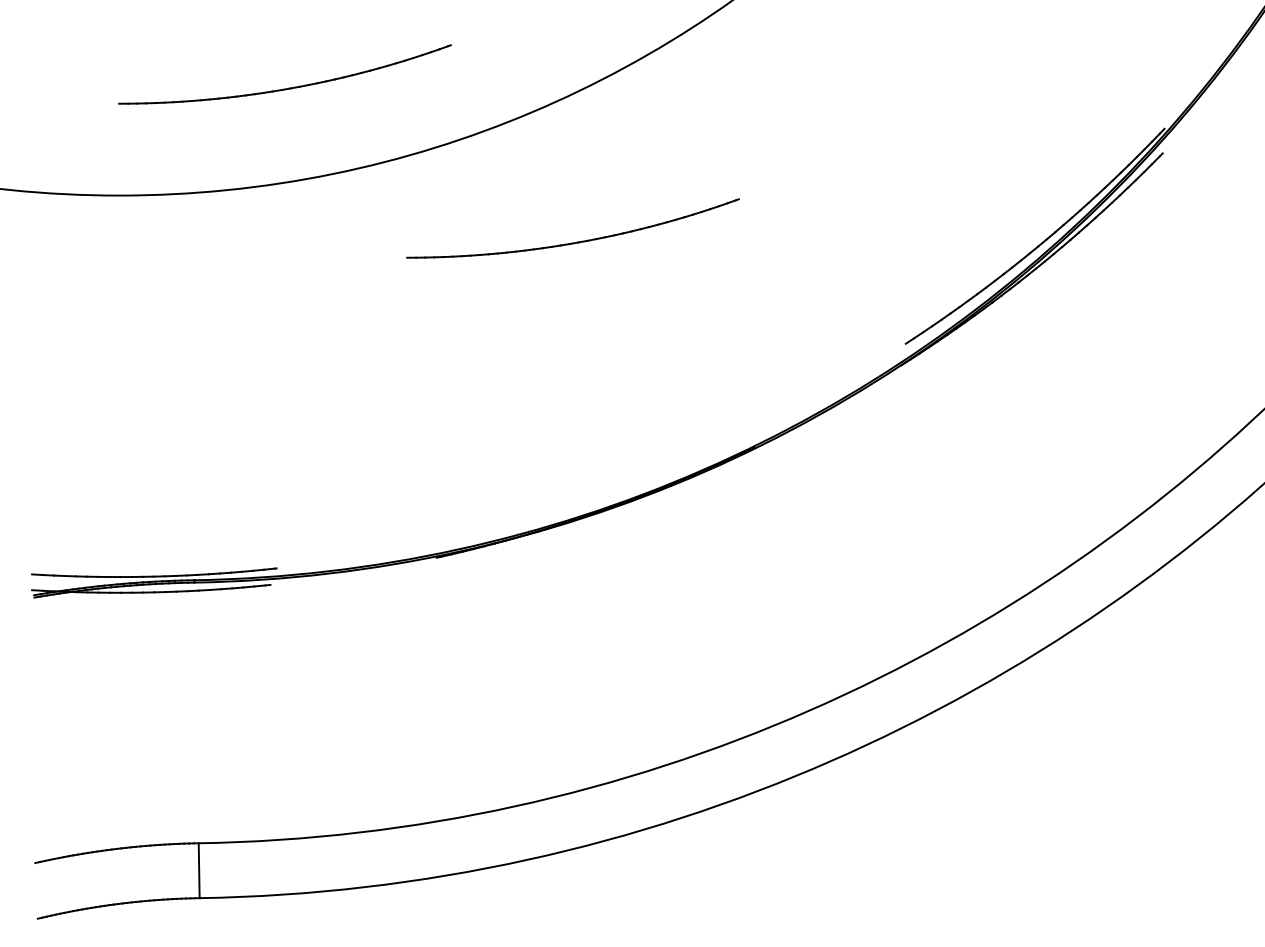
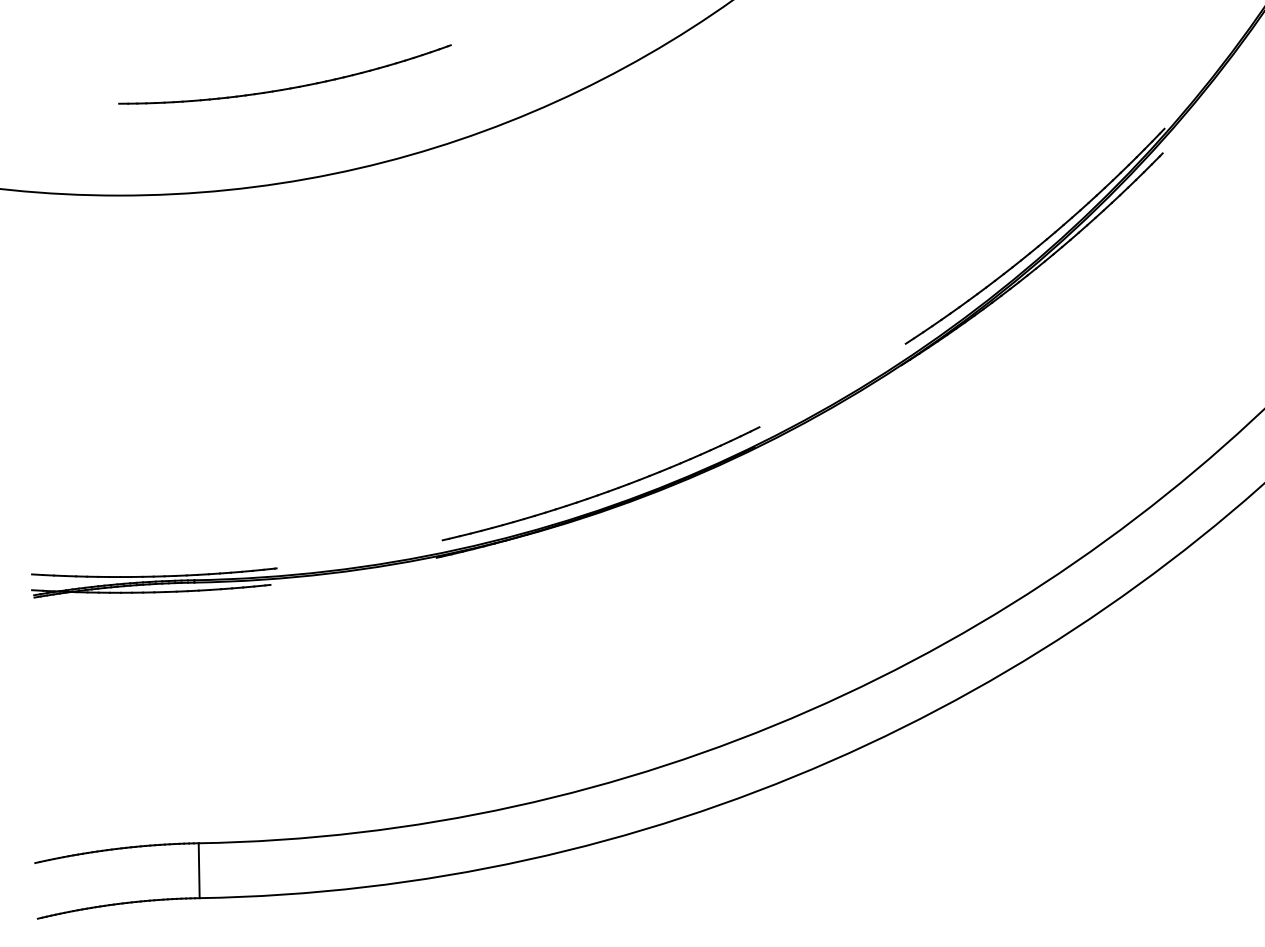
part at (576, 241): present -> none
part at (602, 492): none -> present
